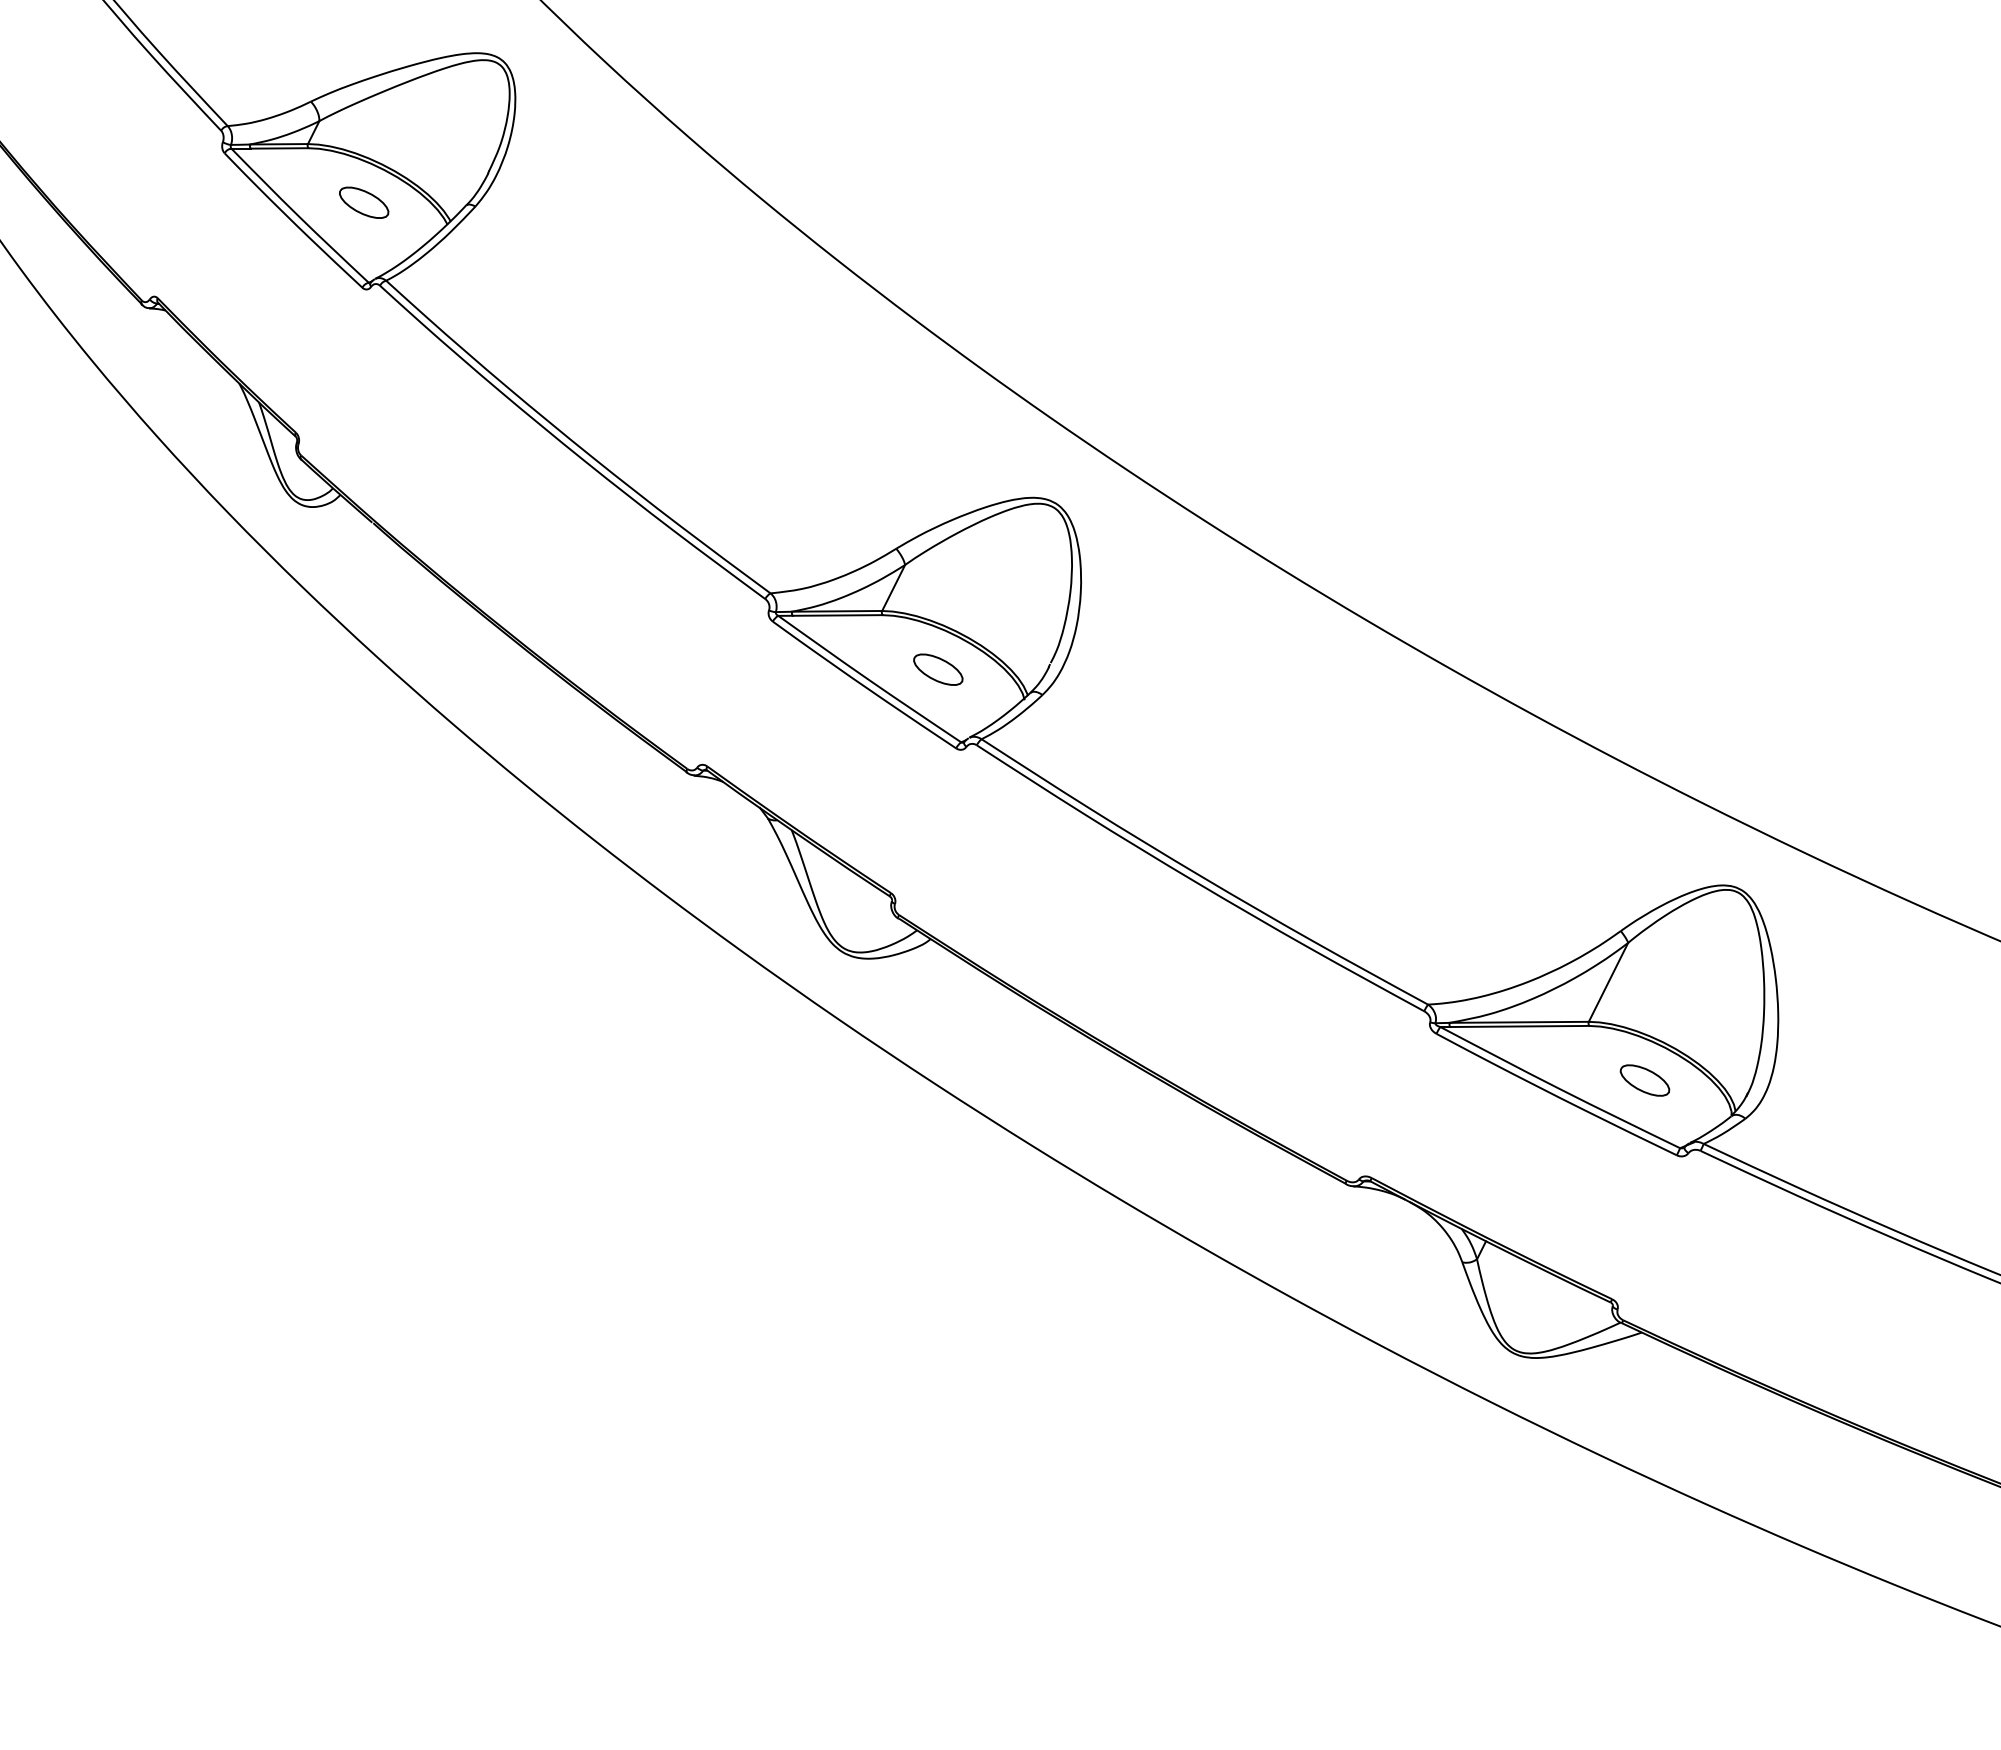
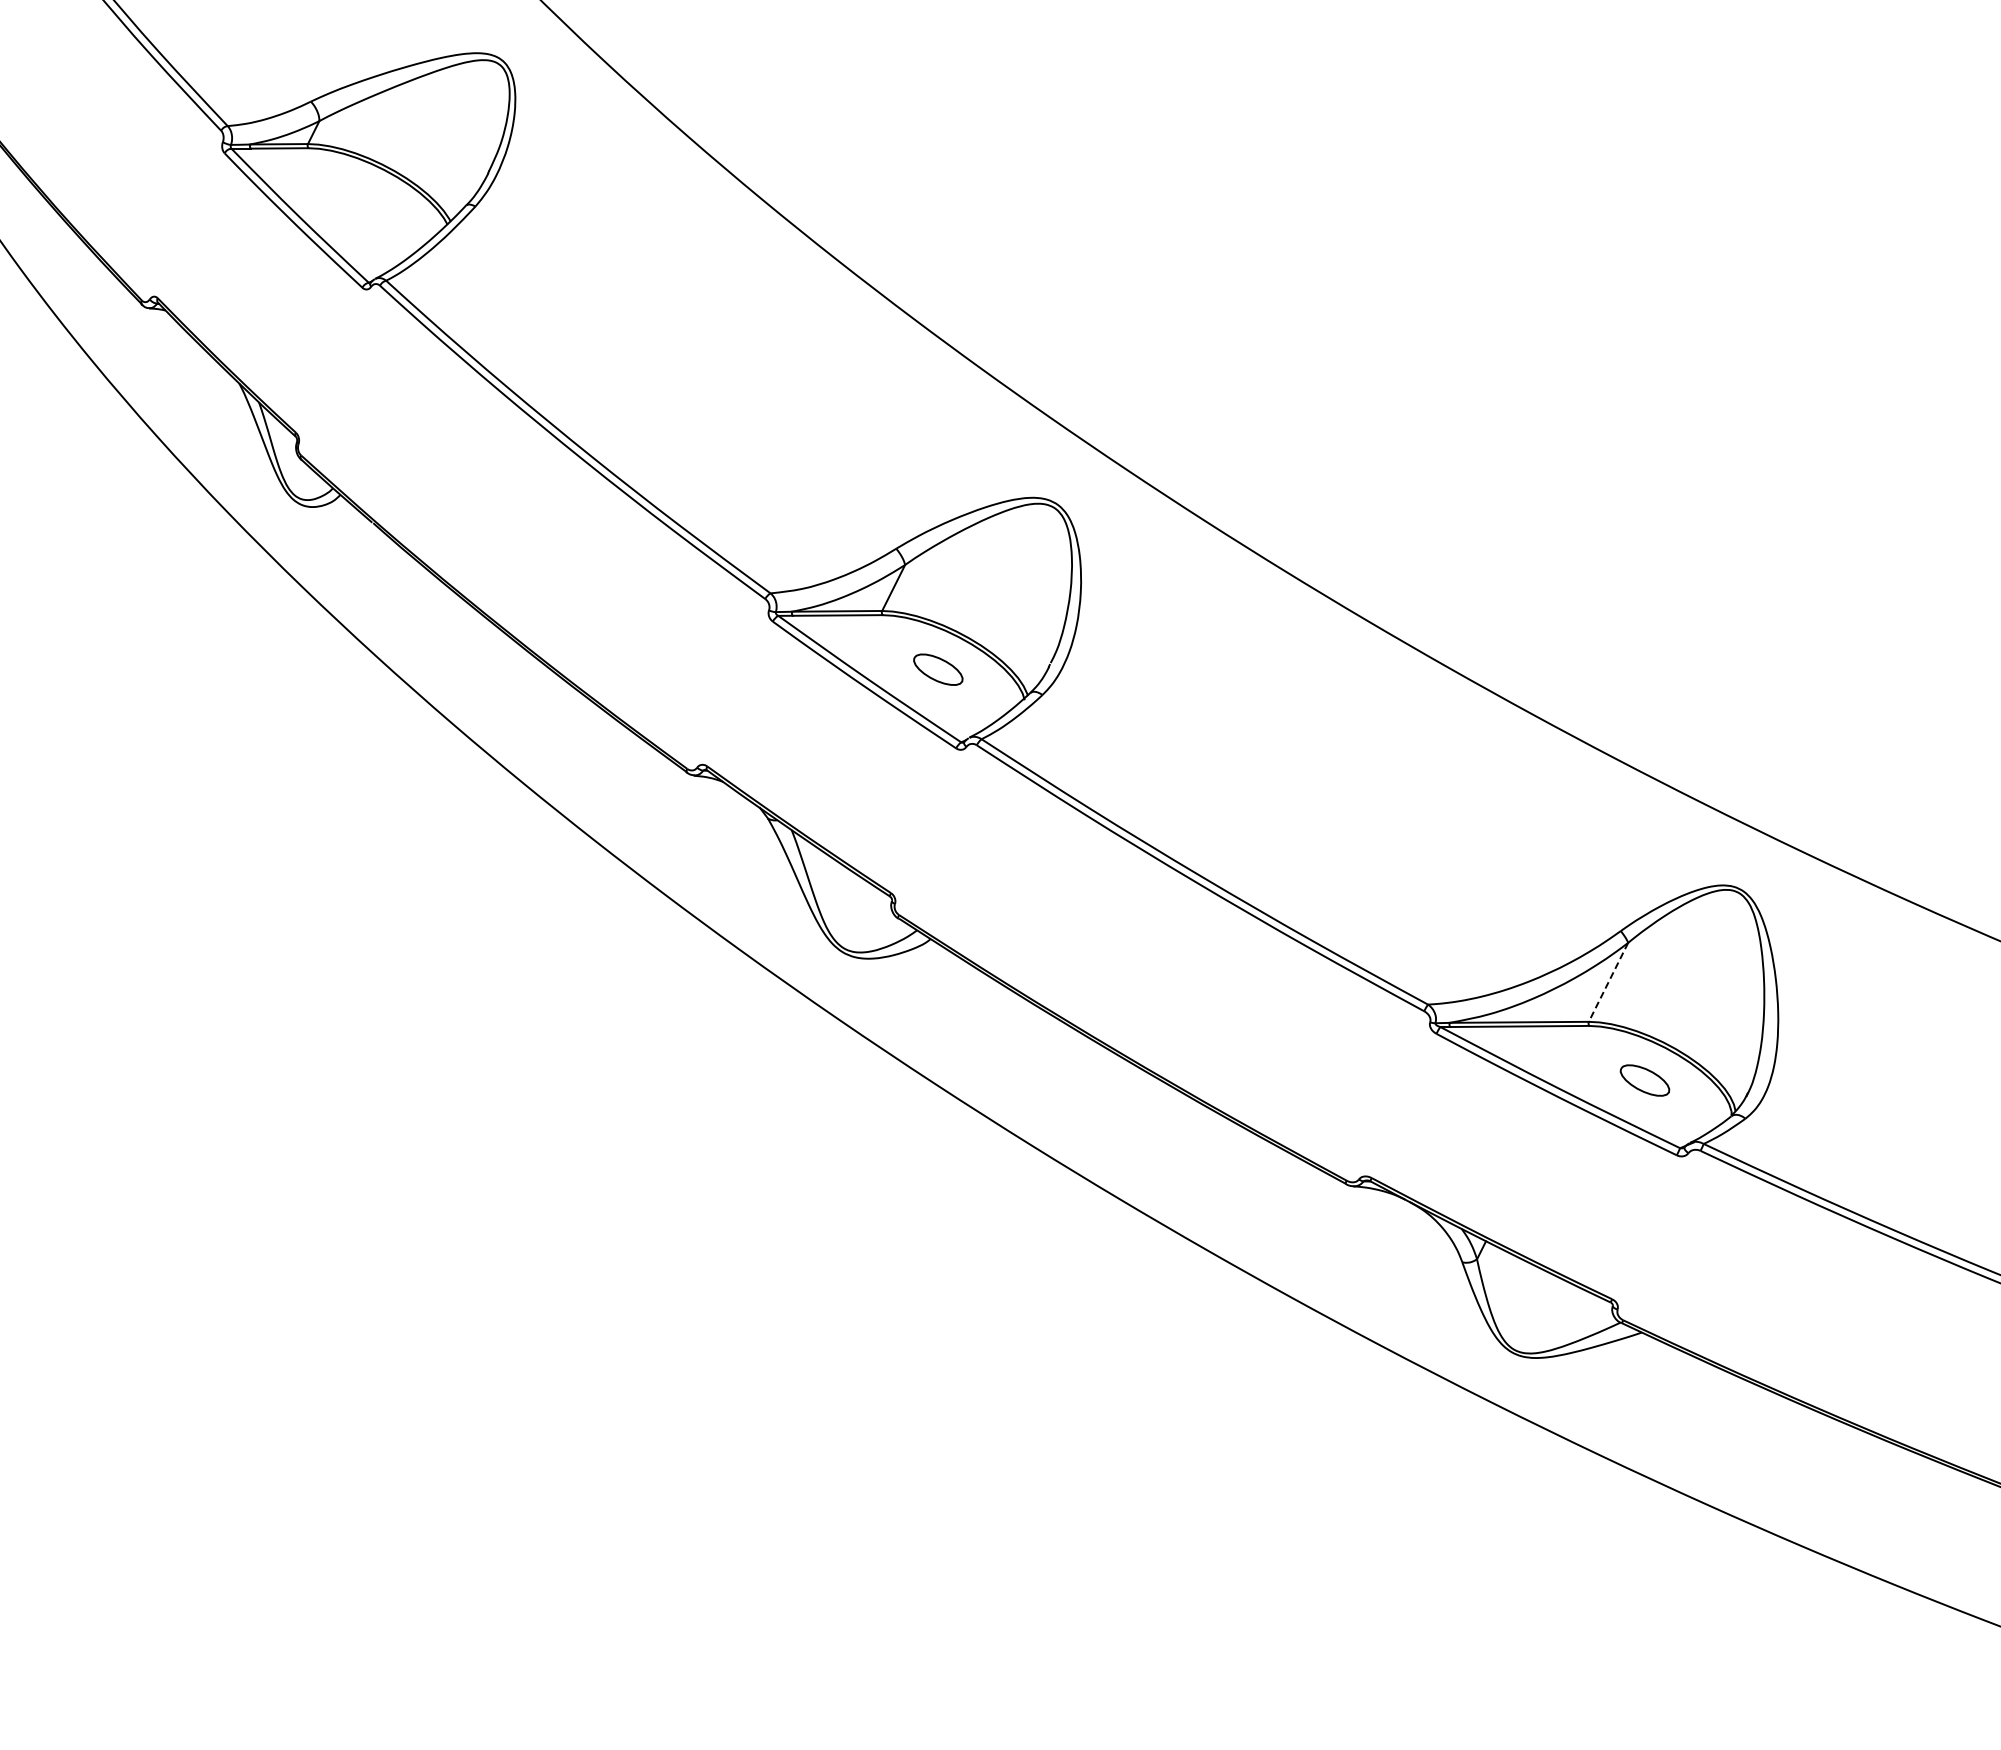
part at (364, 202): present -> none
line at (1608, 982): solid -> dashed
